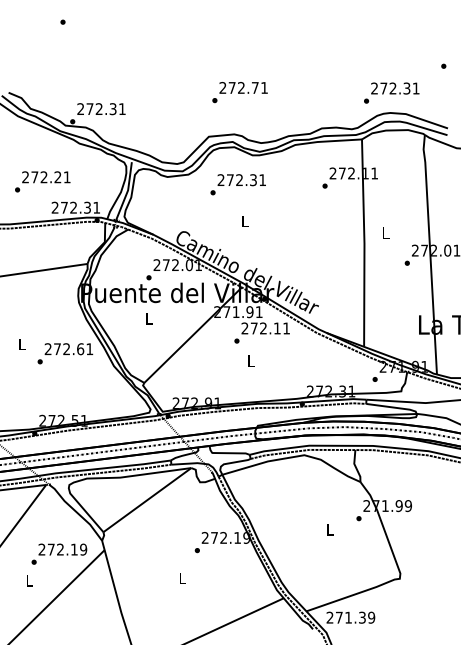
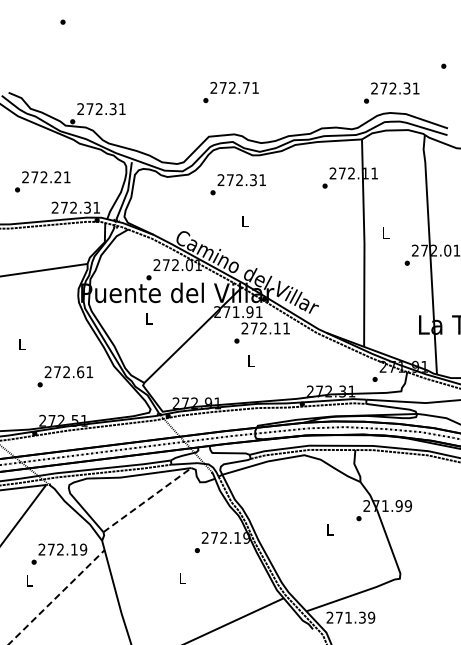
text at (239, 92) position: (239, 92) -> (230, 92)
text at (65, 353) position: (65, 353) -> (65, 376)
line at (147, 499): solid -> dashed
line at (56, 597): solid -> dashed
